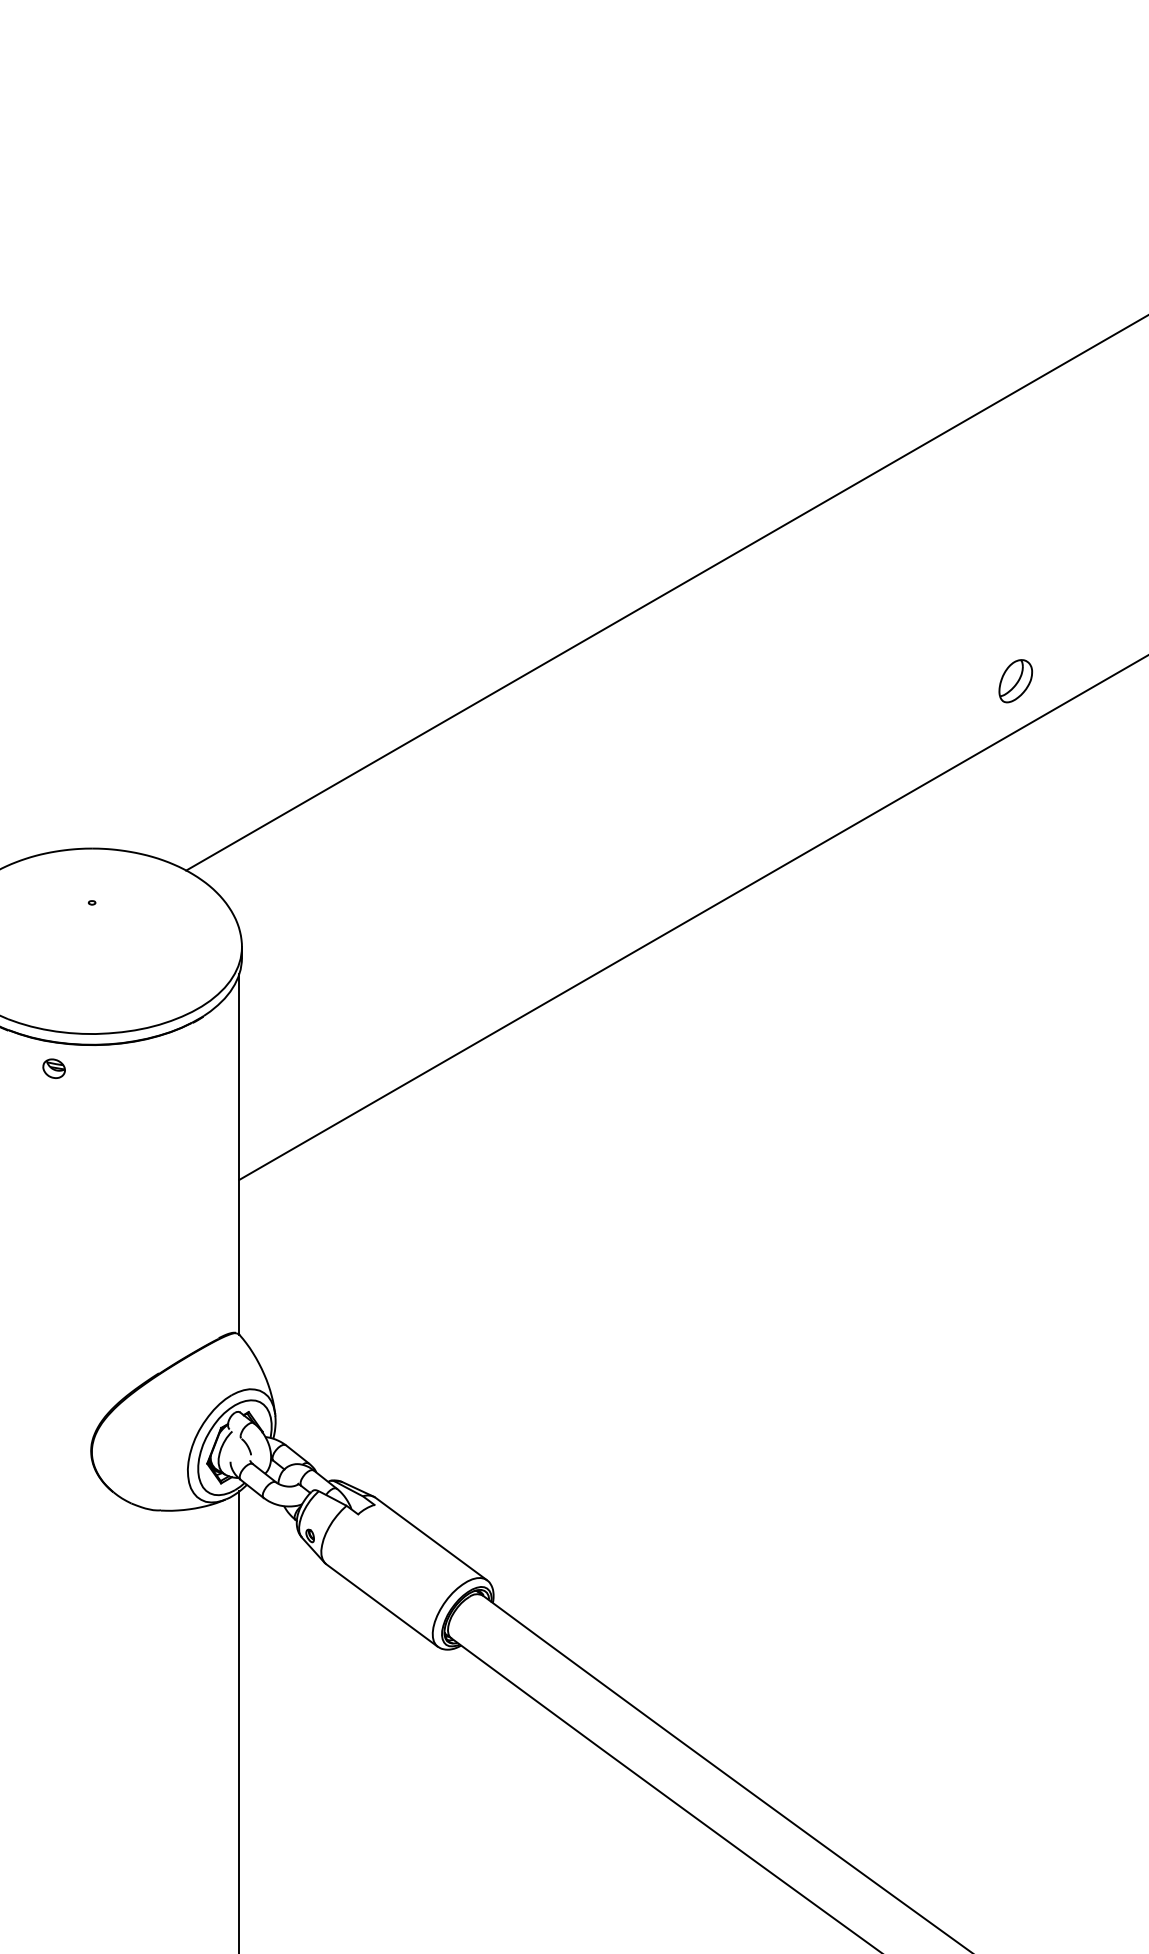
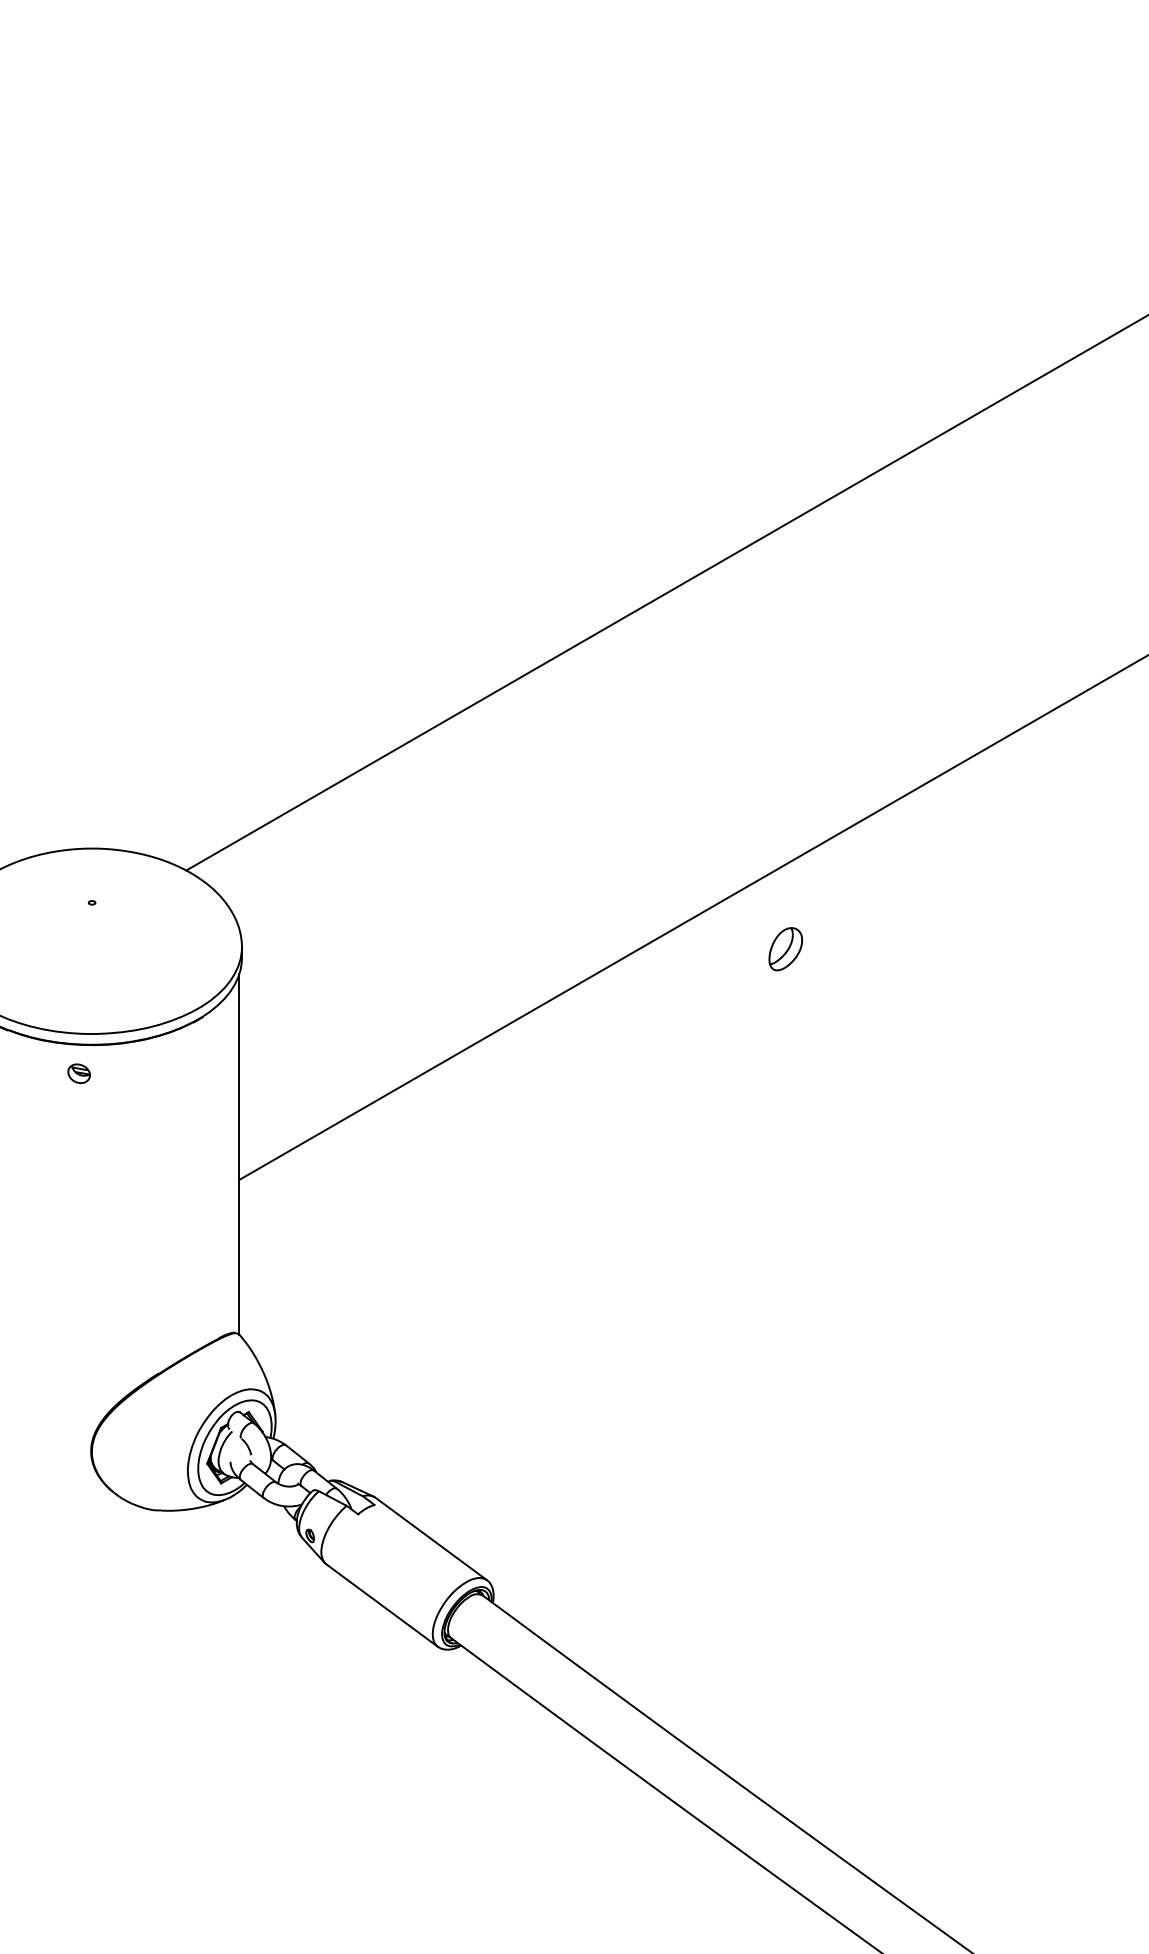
part at (1015, 681) position: (1015, 681) -> (785, 949)
part at (53, 1068) position: (53, 1068) -> (78, 1073)
line at (239, 1720): present -> none
